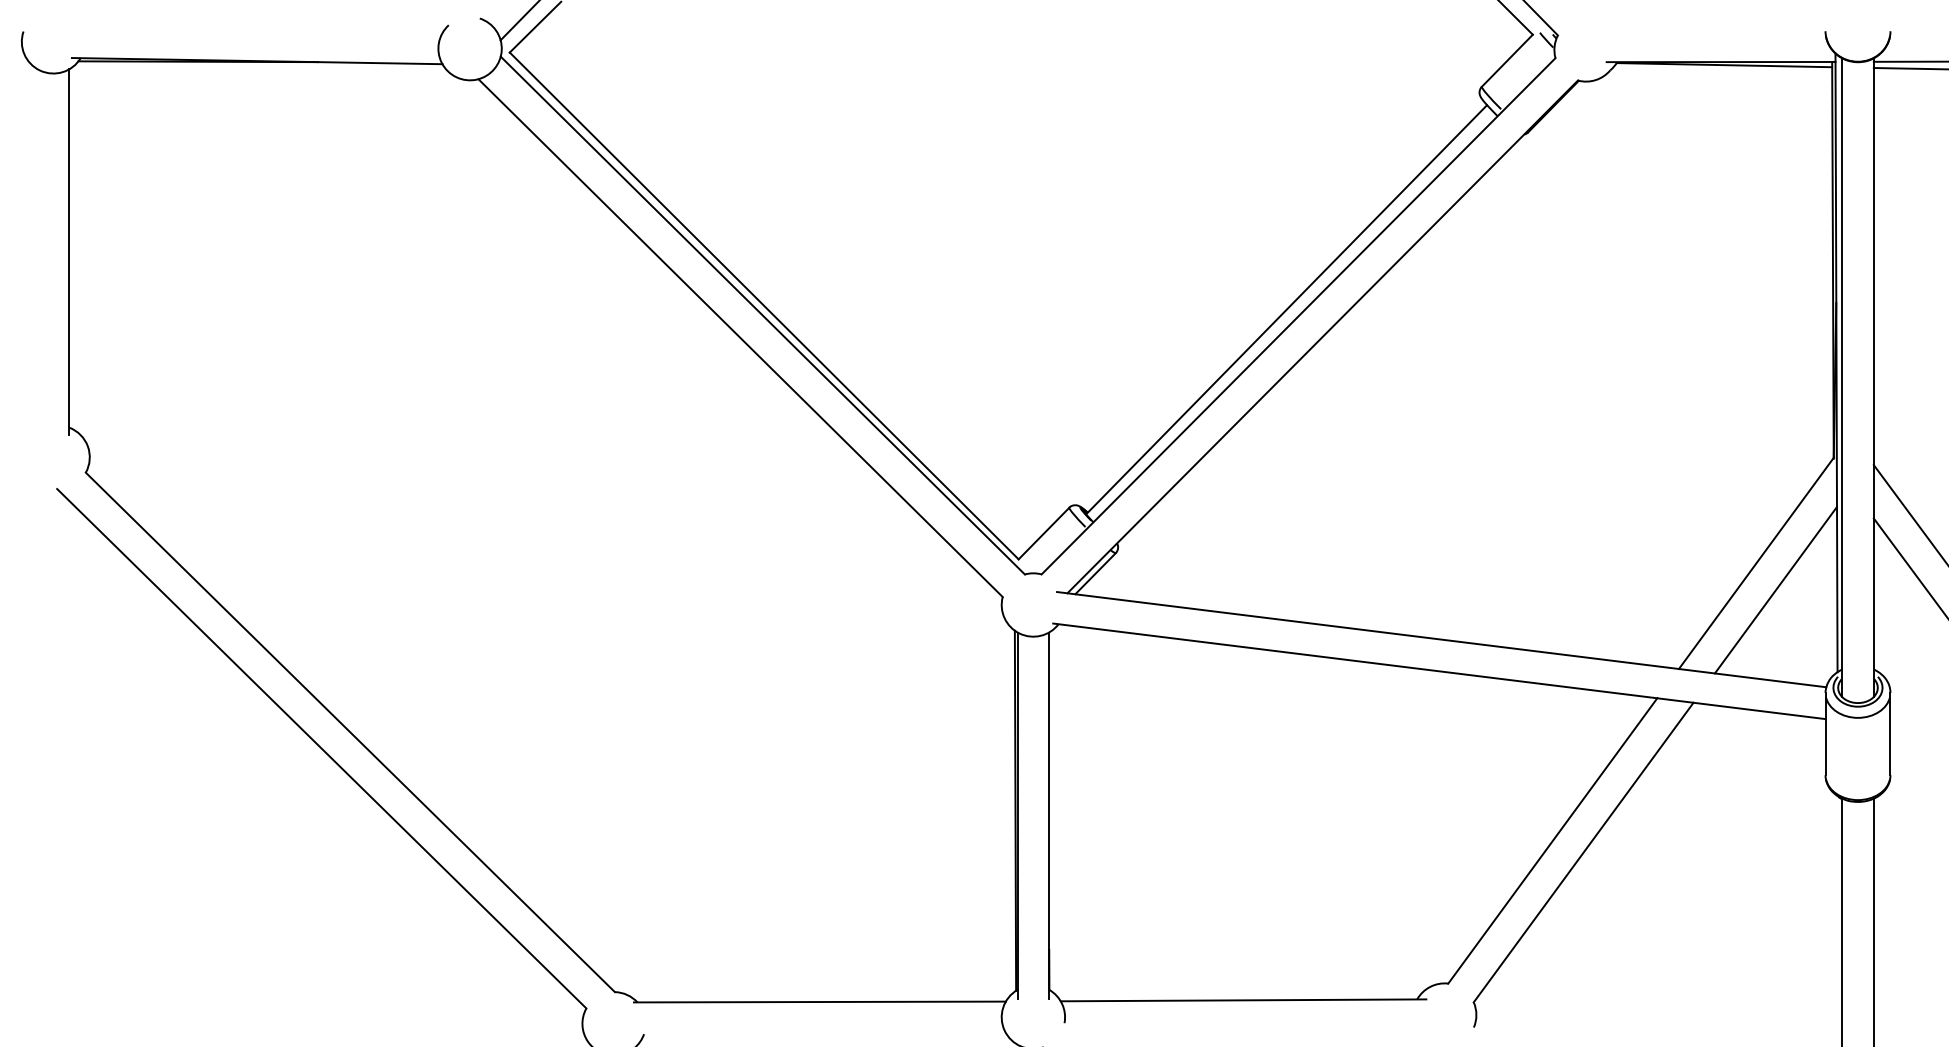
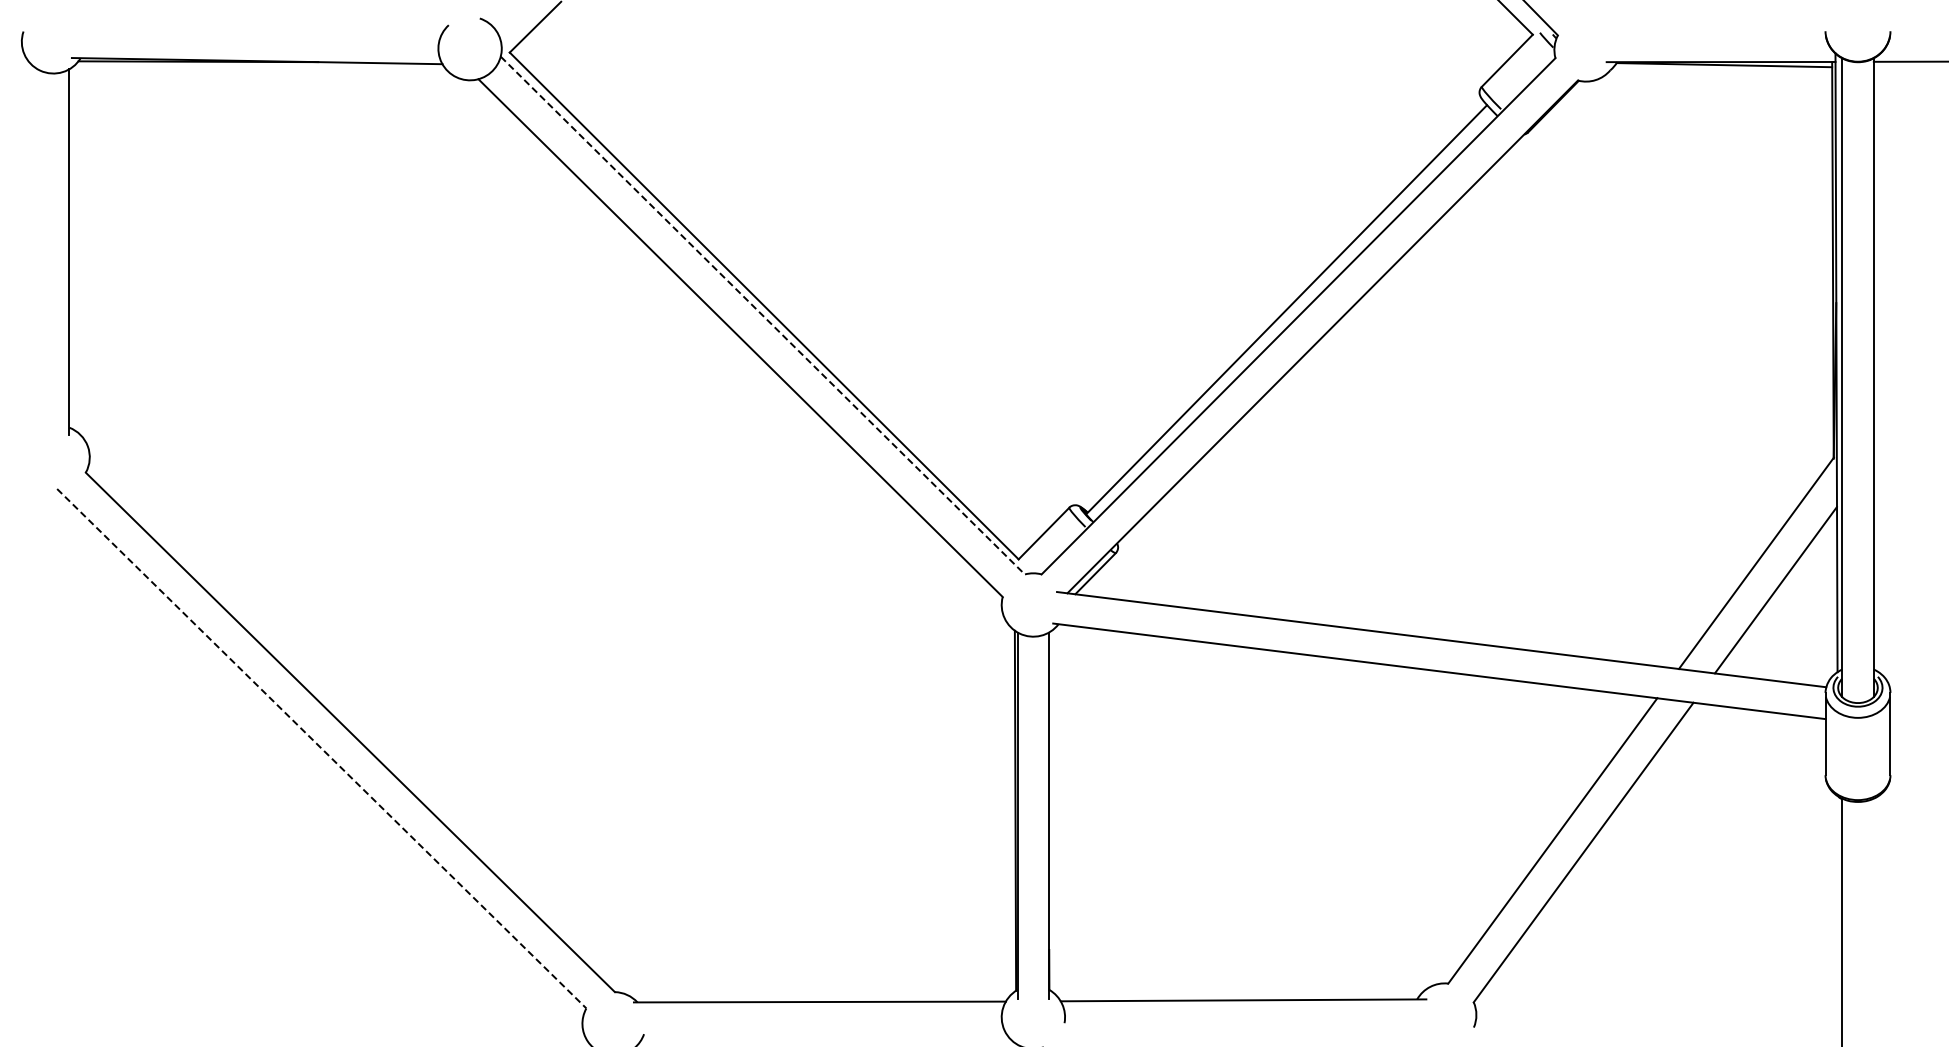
line at (518, 21): present -> none
line at (1909, 68): present -> none
line at (763, 316): solid -> dashed
line at (1909, 513): present -> none
line at (1909, 566): present -> none
line at (321, 748): solid -> dashed
line at (1873, 920): present -> none
